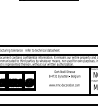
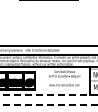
line at (49, 94): solid -> dashed
line at (48, 105): solid -> dashed
